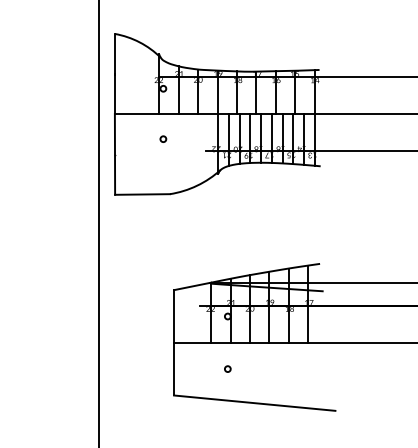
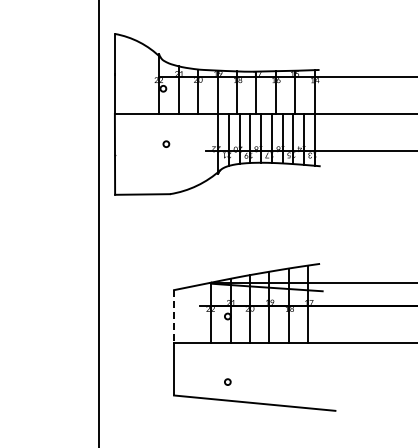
circle at (163, 138) position: (163, 138) -> (166, 143)
line at (174, 316): solid -> dashed
circle at (227, 368) position: (227, 368) -> (227, 381)
